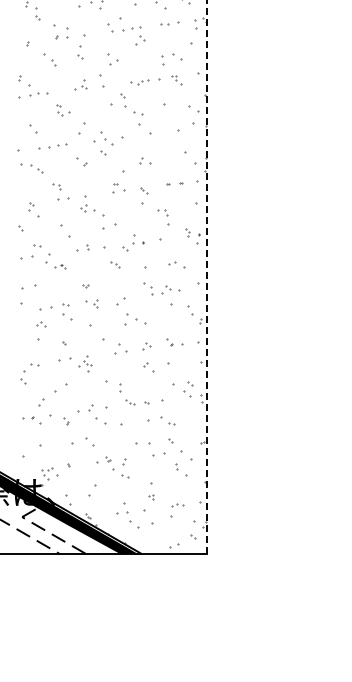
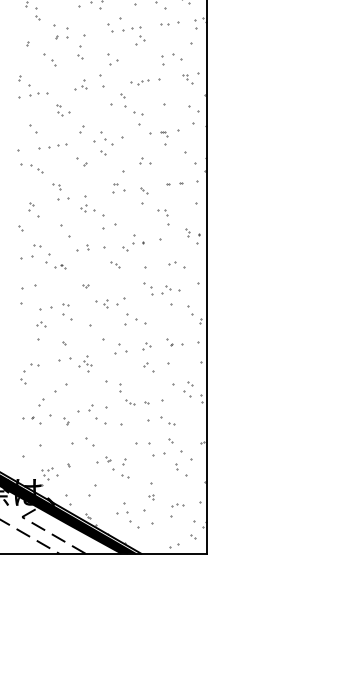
part at (176, 80) position: (176, 80) -> (187, 79)
part at (81, 128) size: 8x13 px -> 6x9 px
part at (164, 138): none -> present
line at (206, 276): dashed -> solid
part at (91, 303) position: (91, 303) -> (101, 303)
